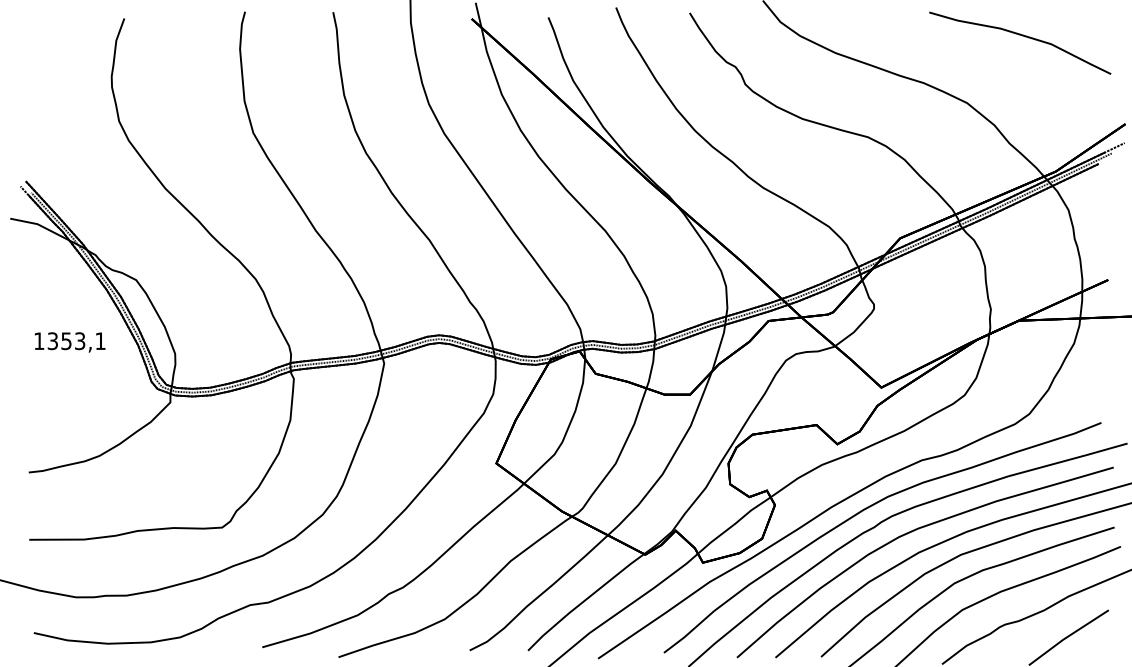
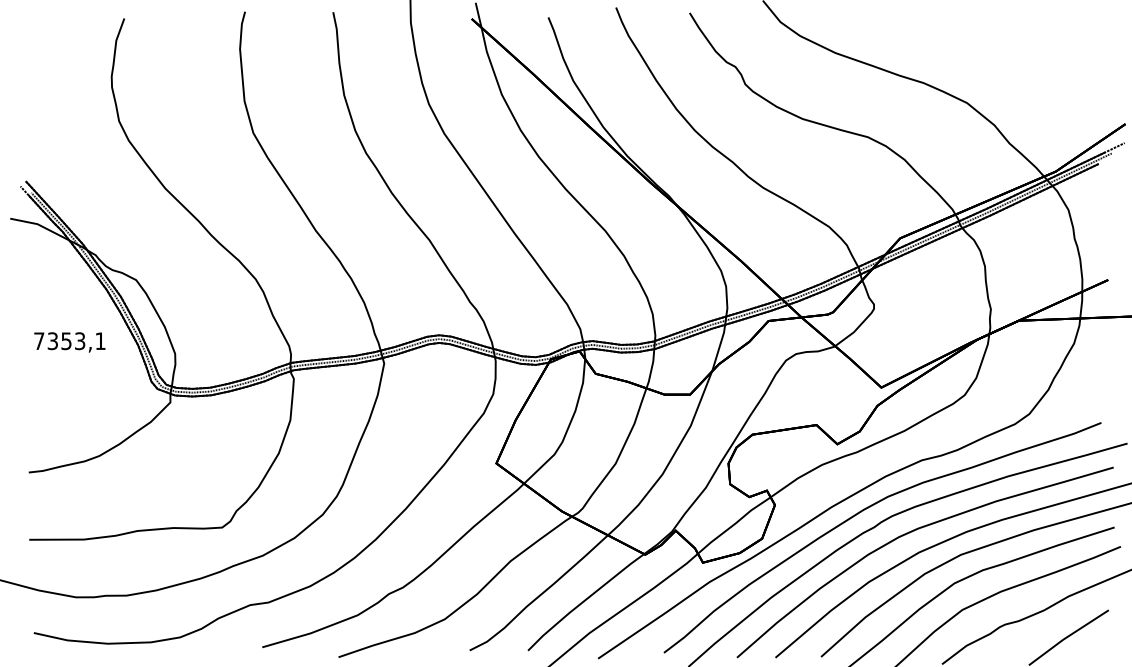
curve at (1022, 36): present -> none
text at (39, 340): 1353,1 -> 7353,1
